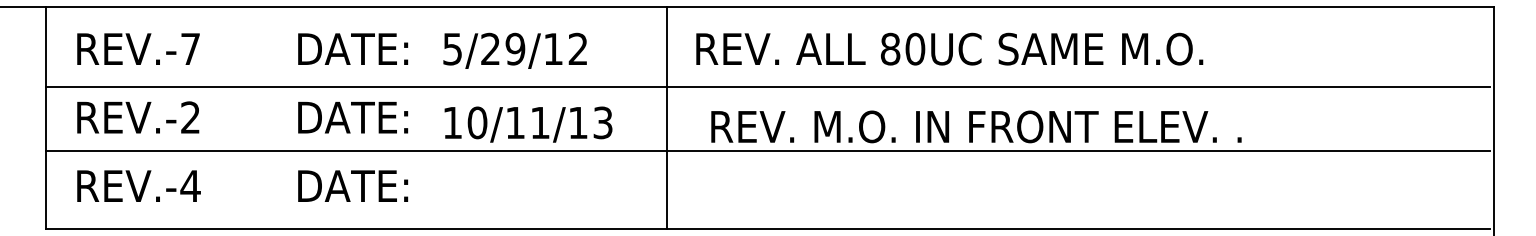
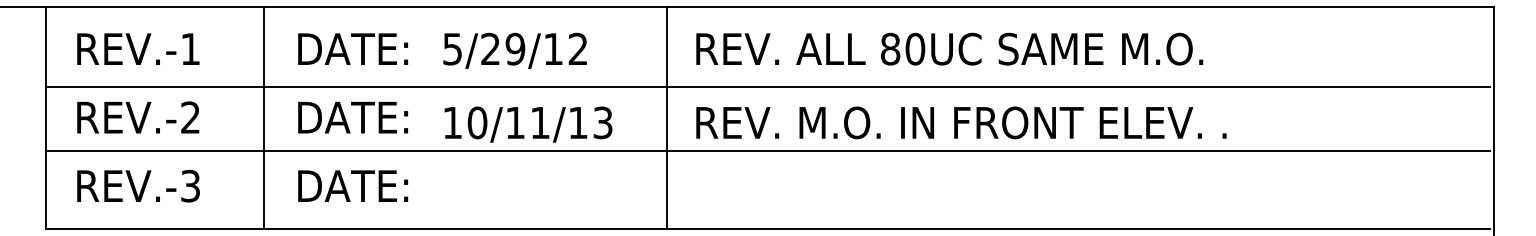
text at (190, 48): REV.-7 -> REV.-1
line at (264, 117): none -> present
text at (976, 126) position: (976, 126) -> (961, 122)
text at (190, 185): REV.-4 -> REV.-3
